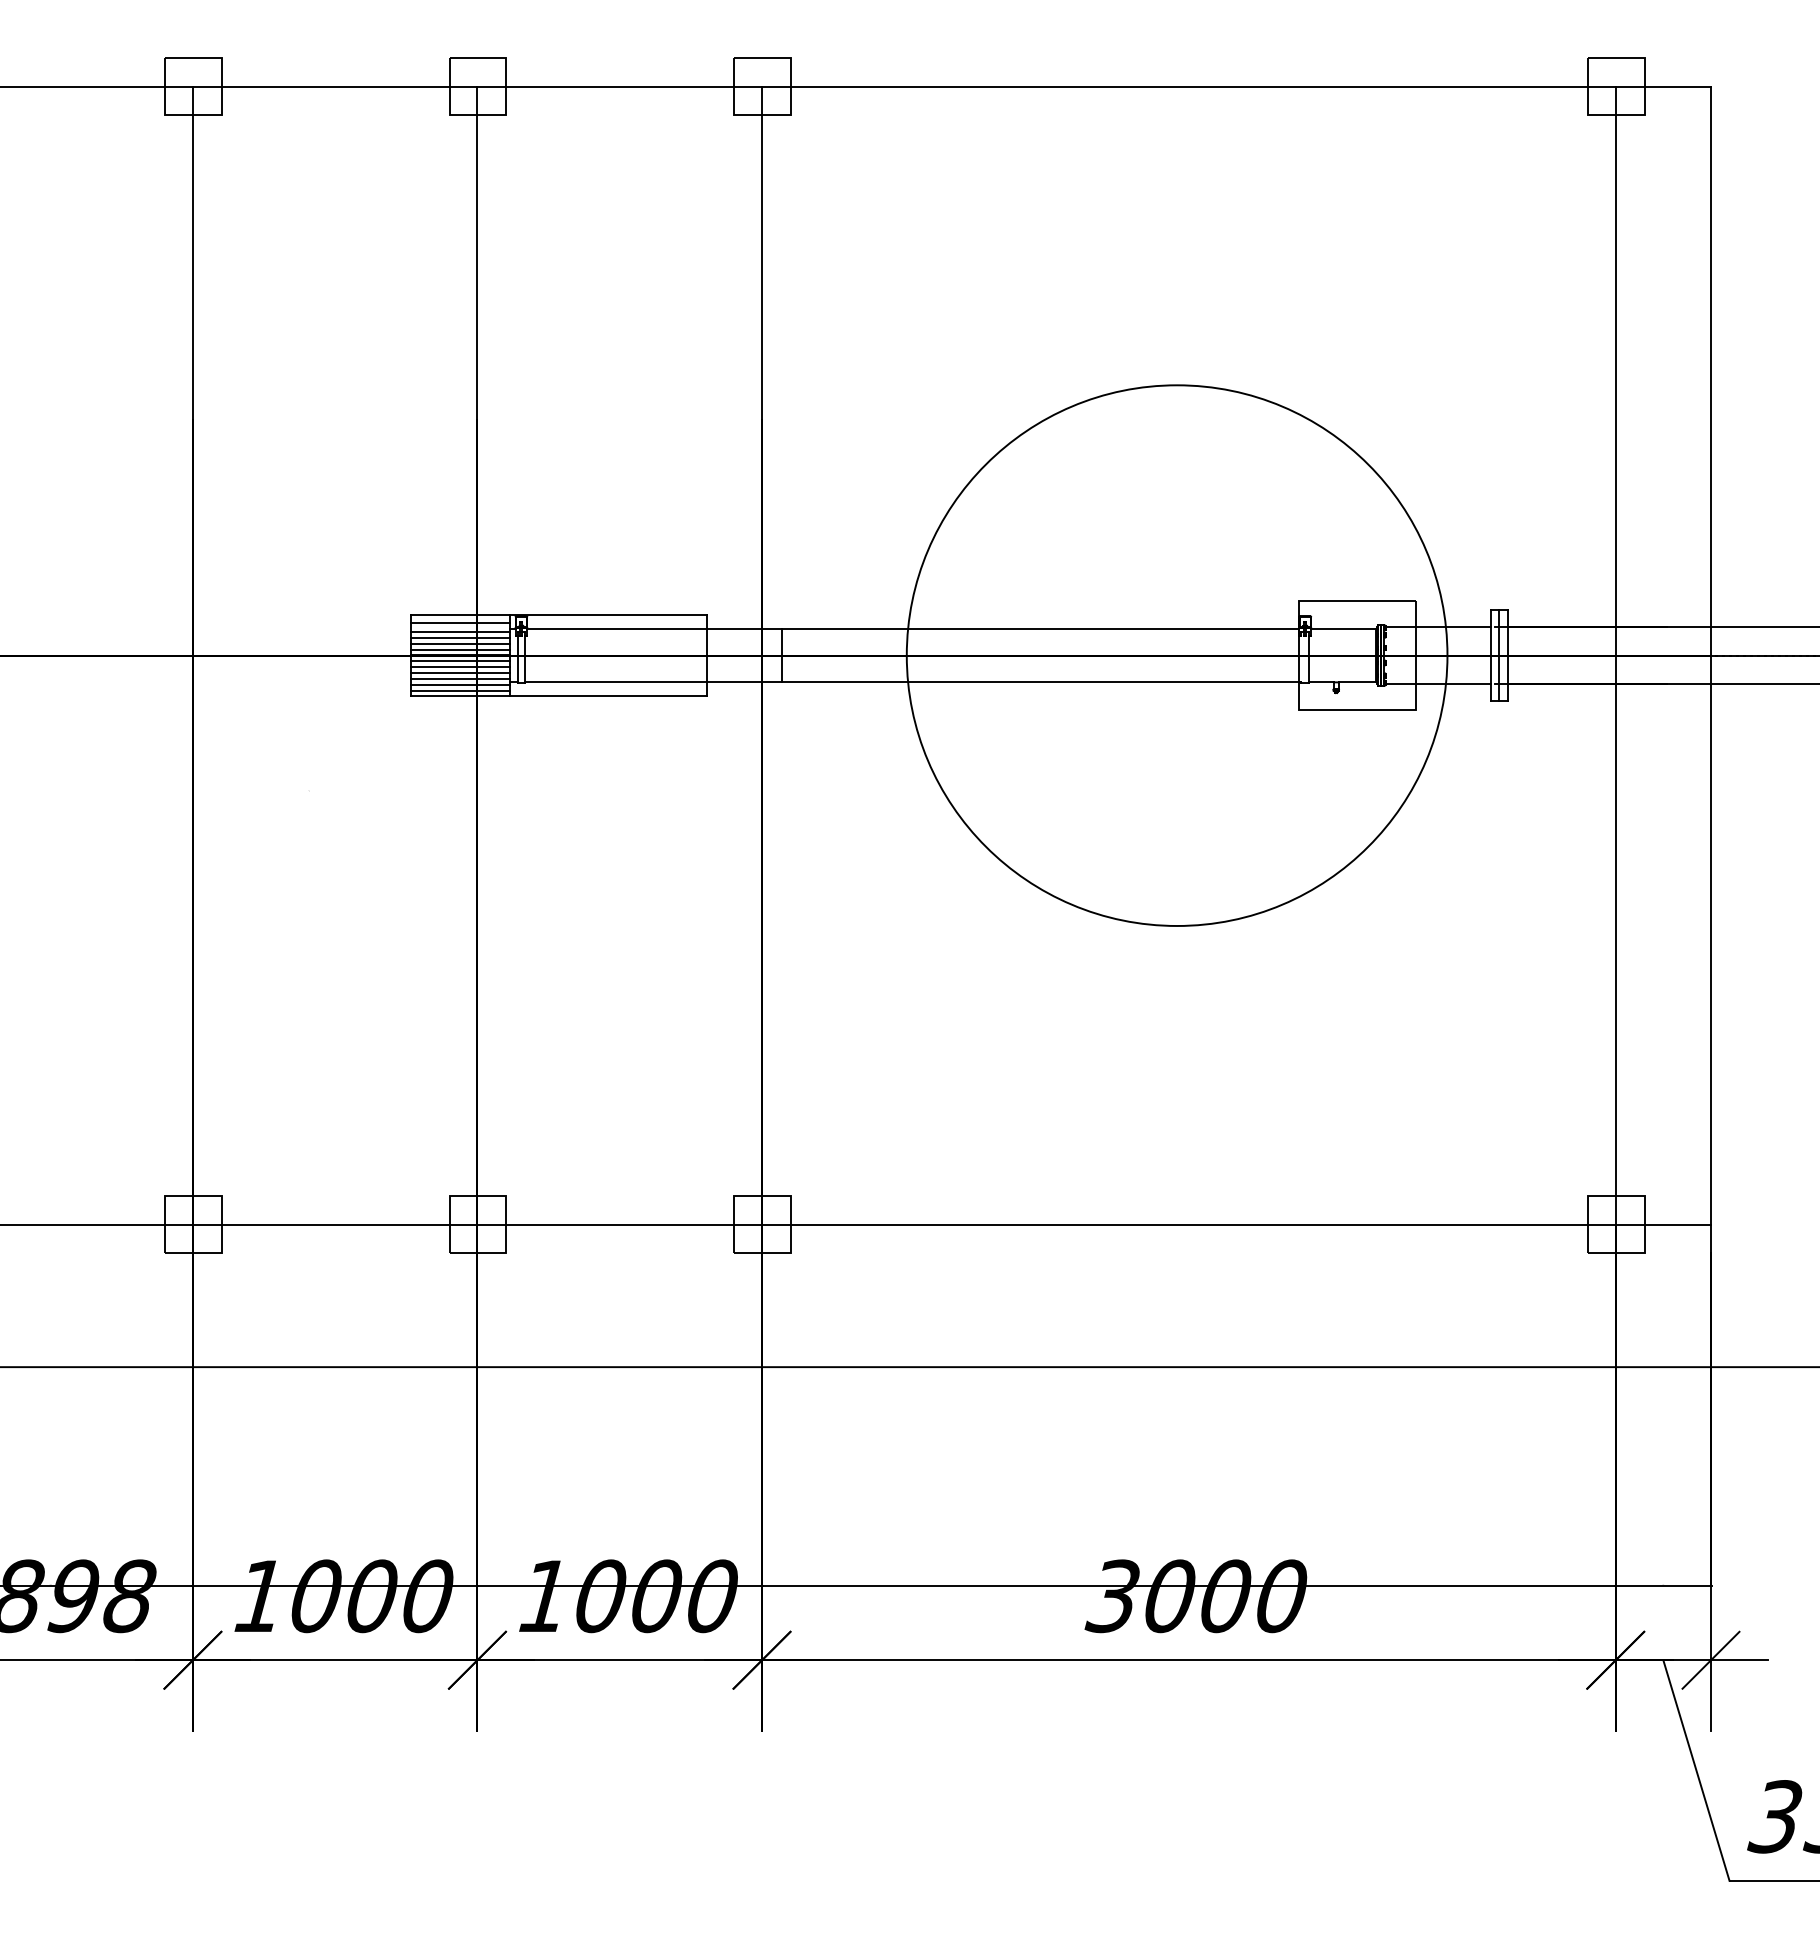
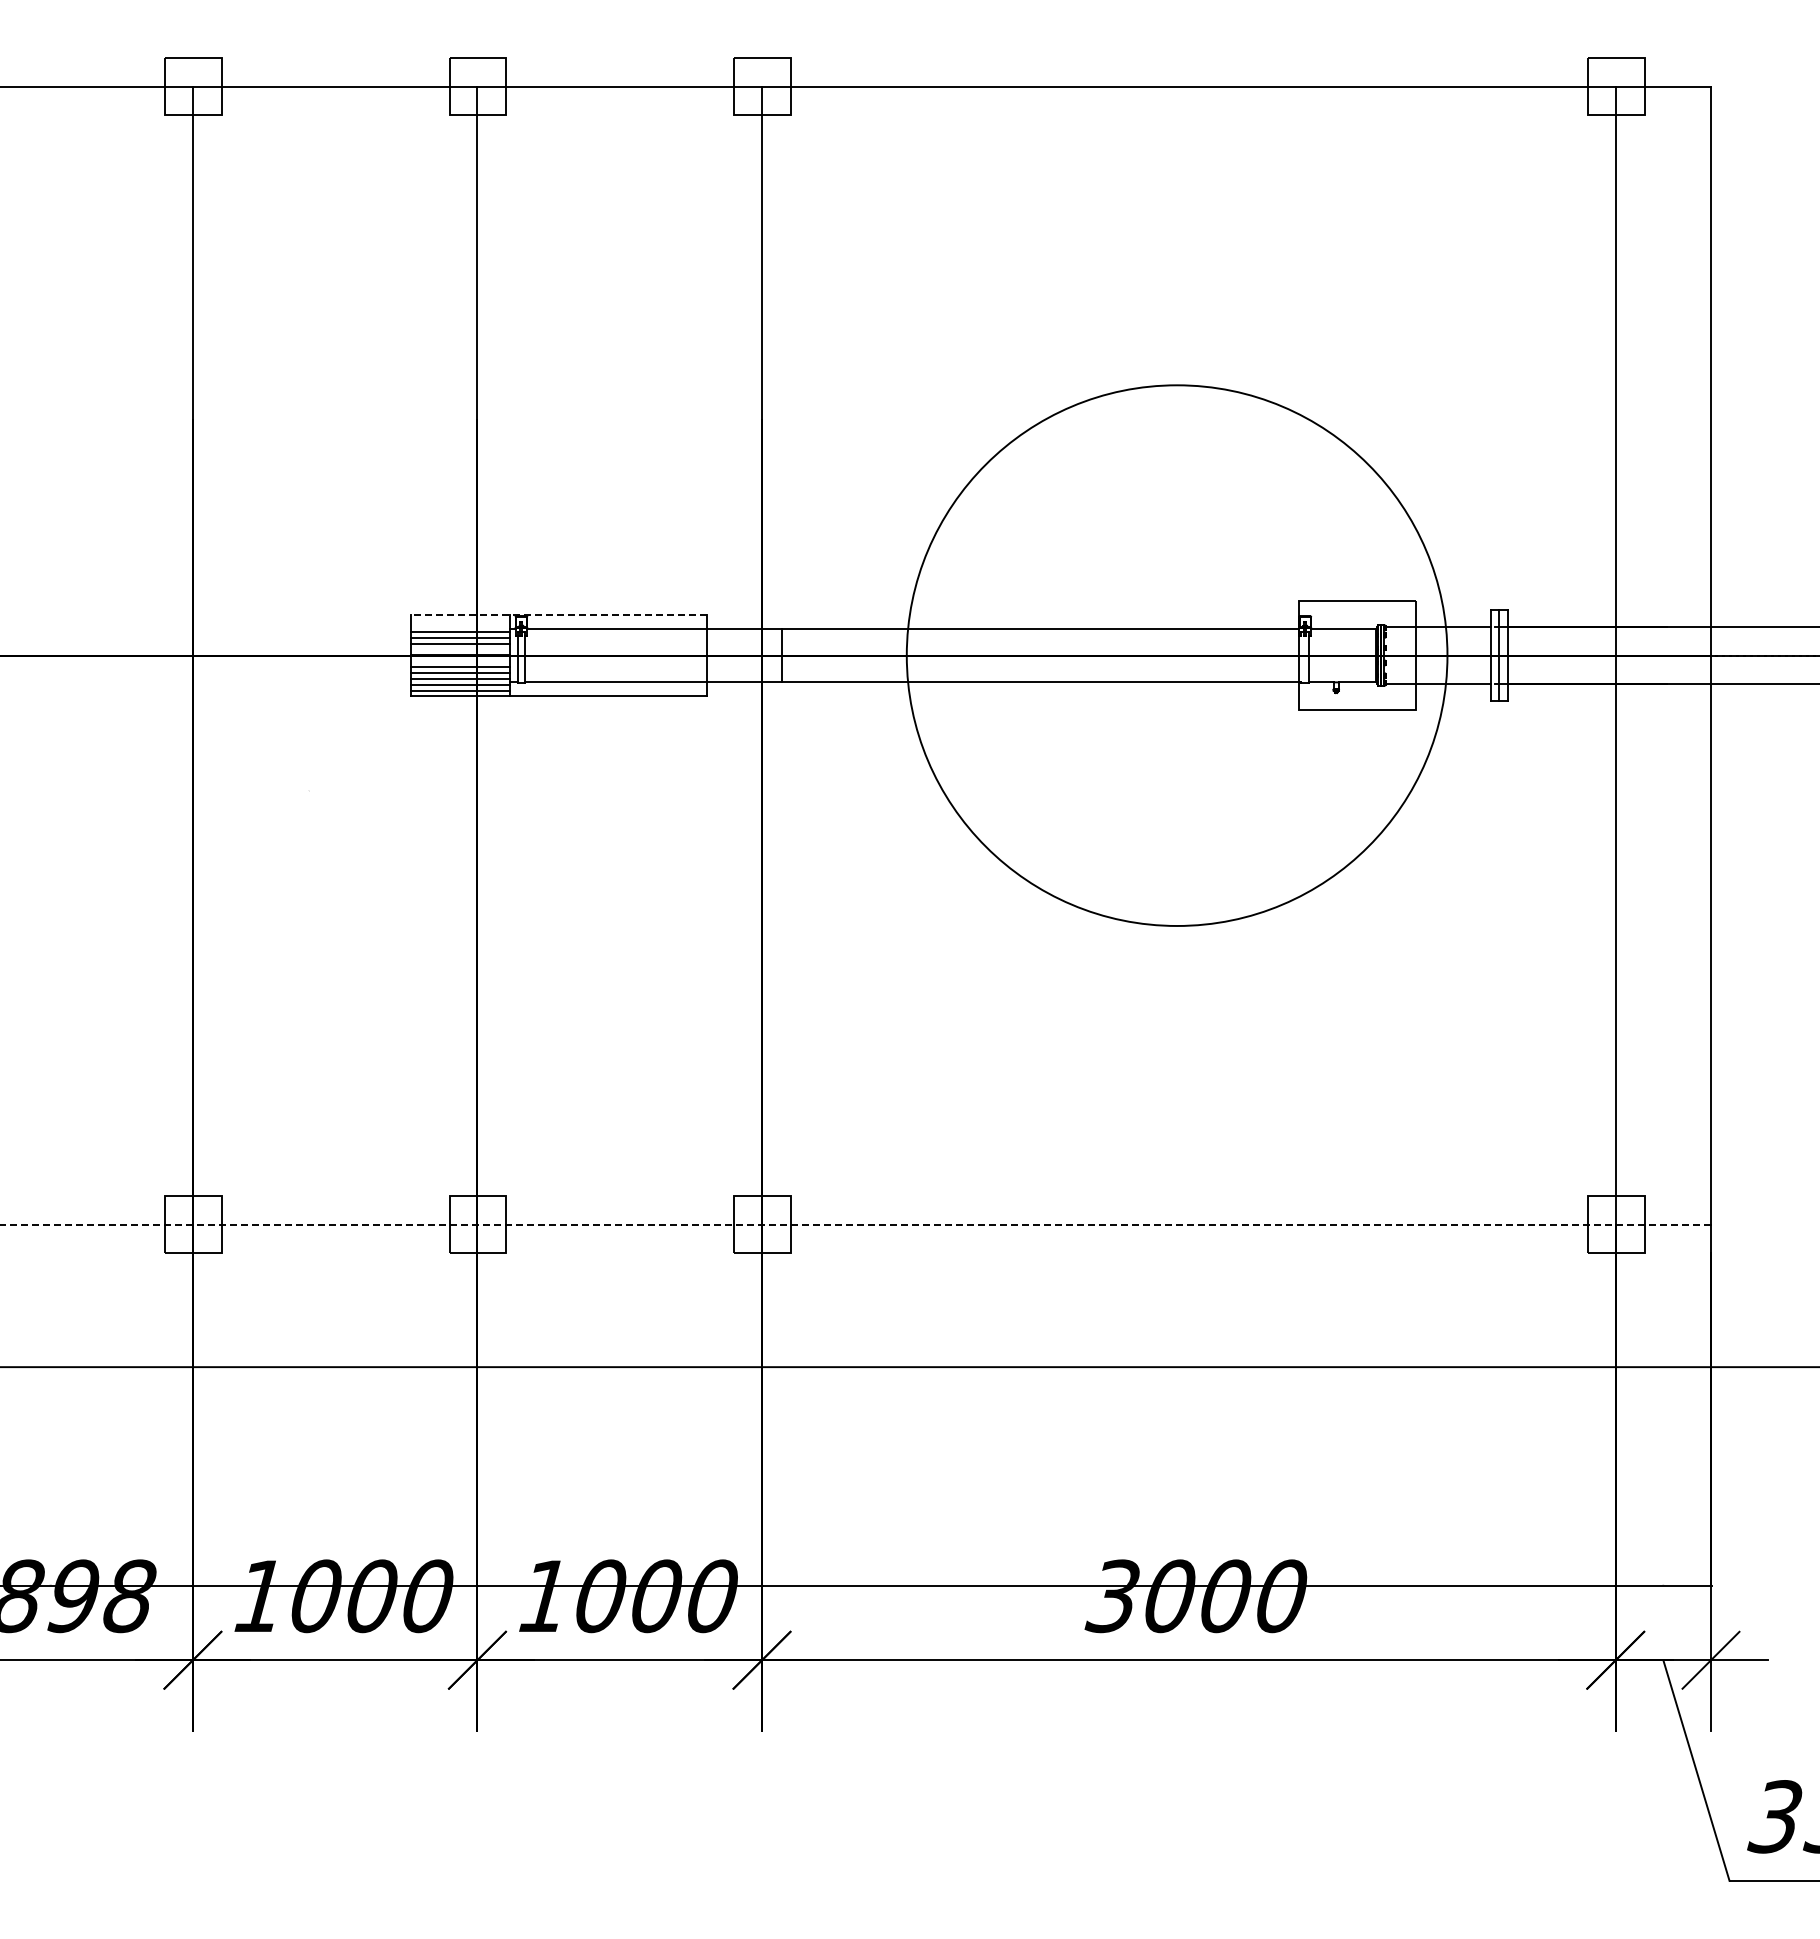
line at (559, 615): solid -> dashed
line at (460, 623): present -> none
line at (460, 649): present -> none
line at (460, 661): present -> none
line at (856, 1224): solid -> dashed
